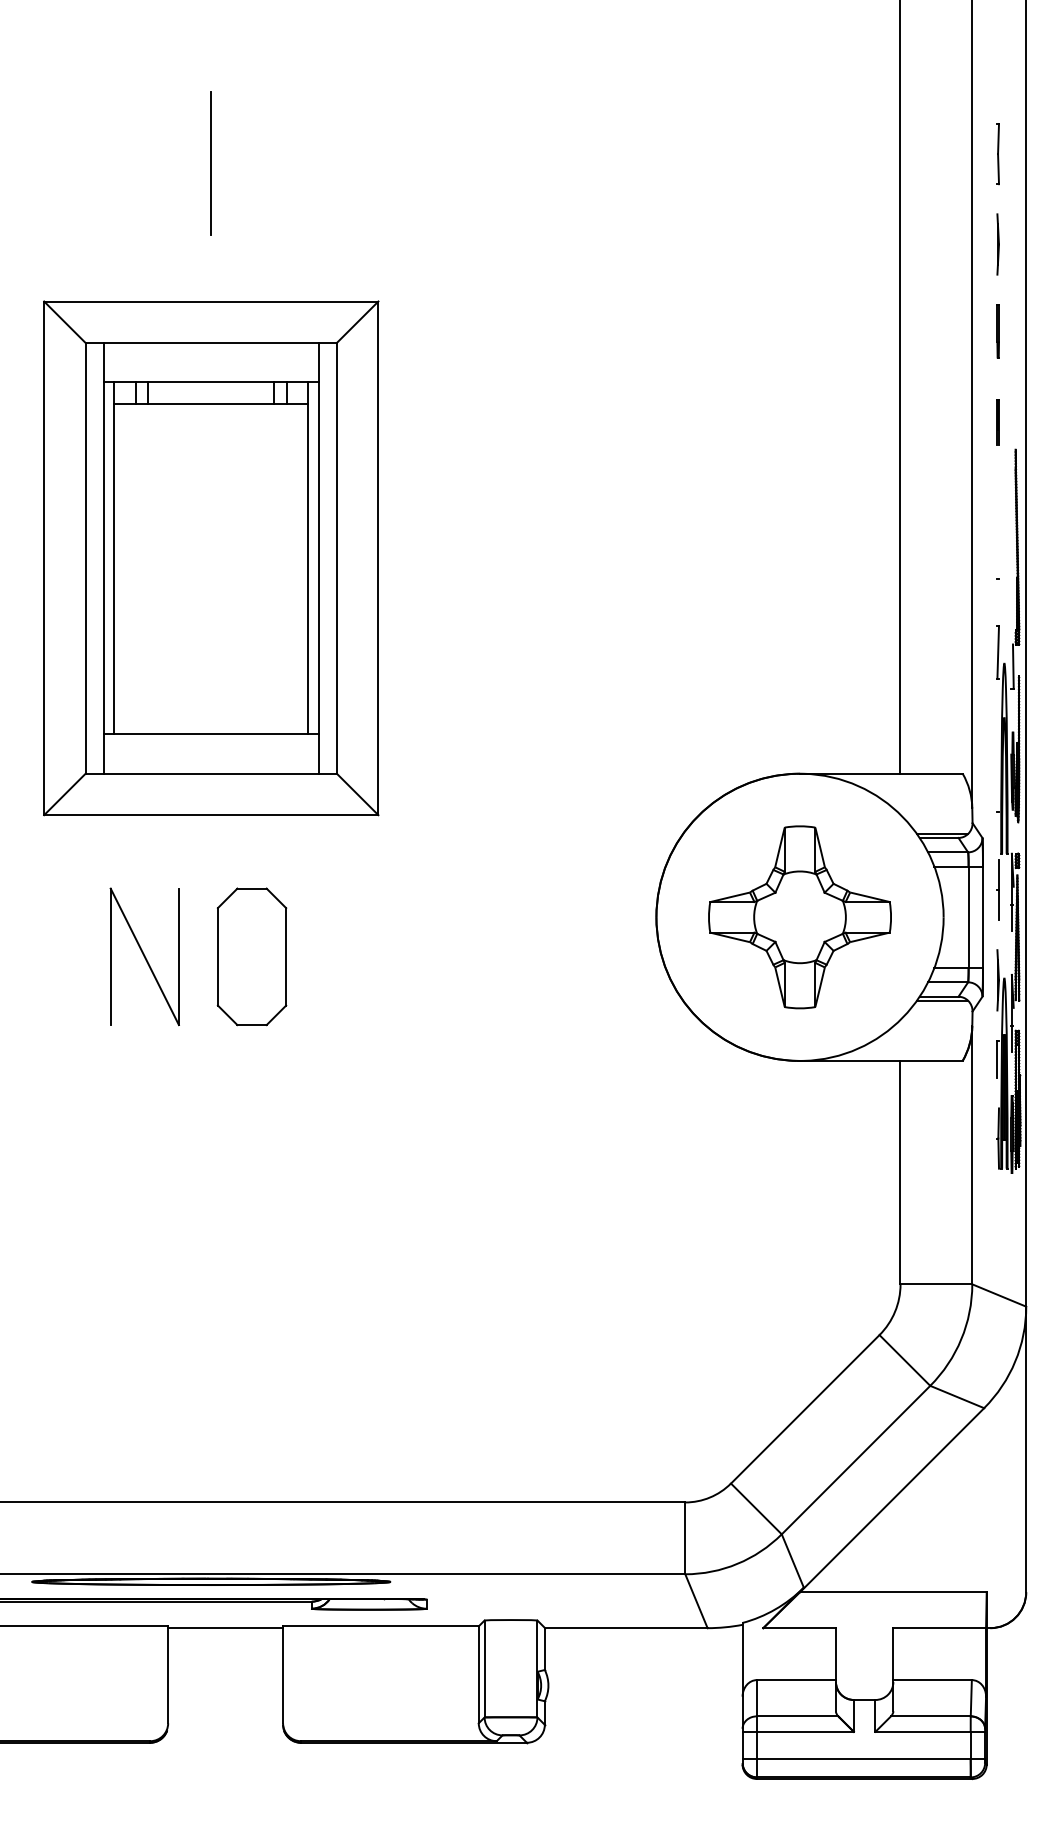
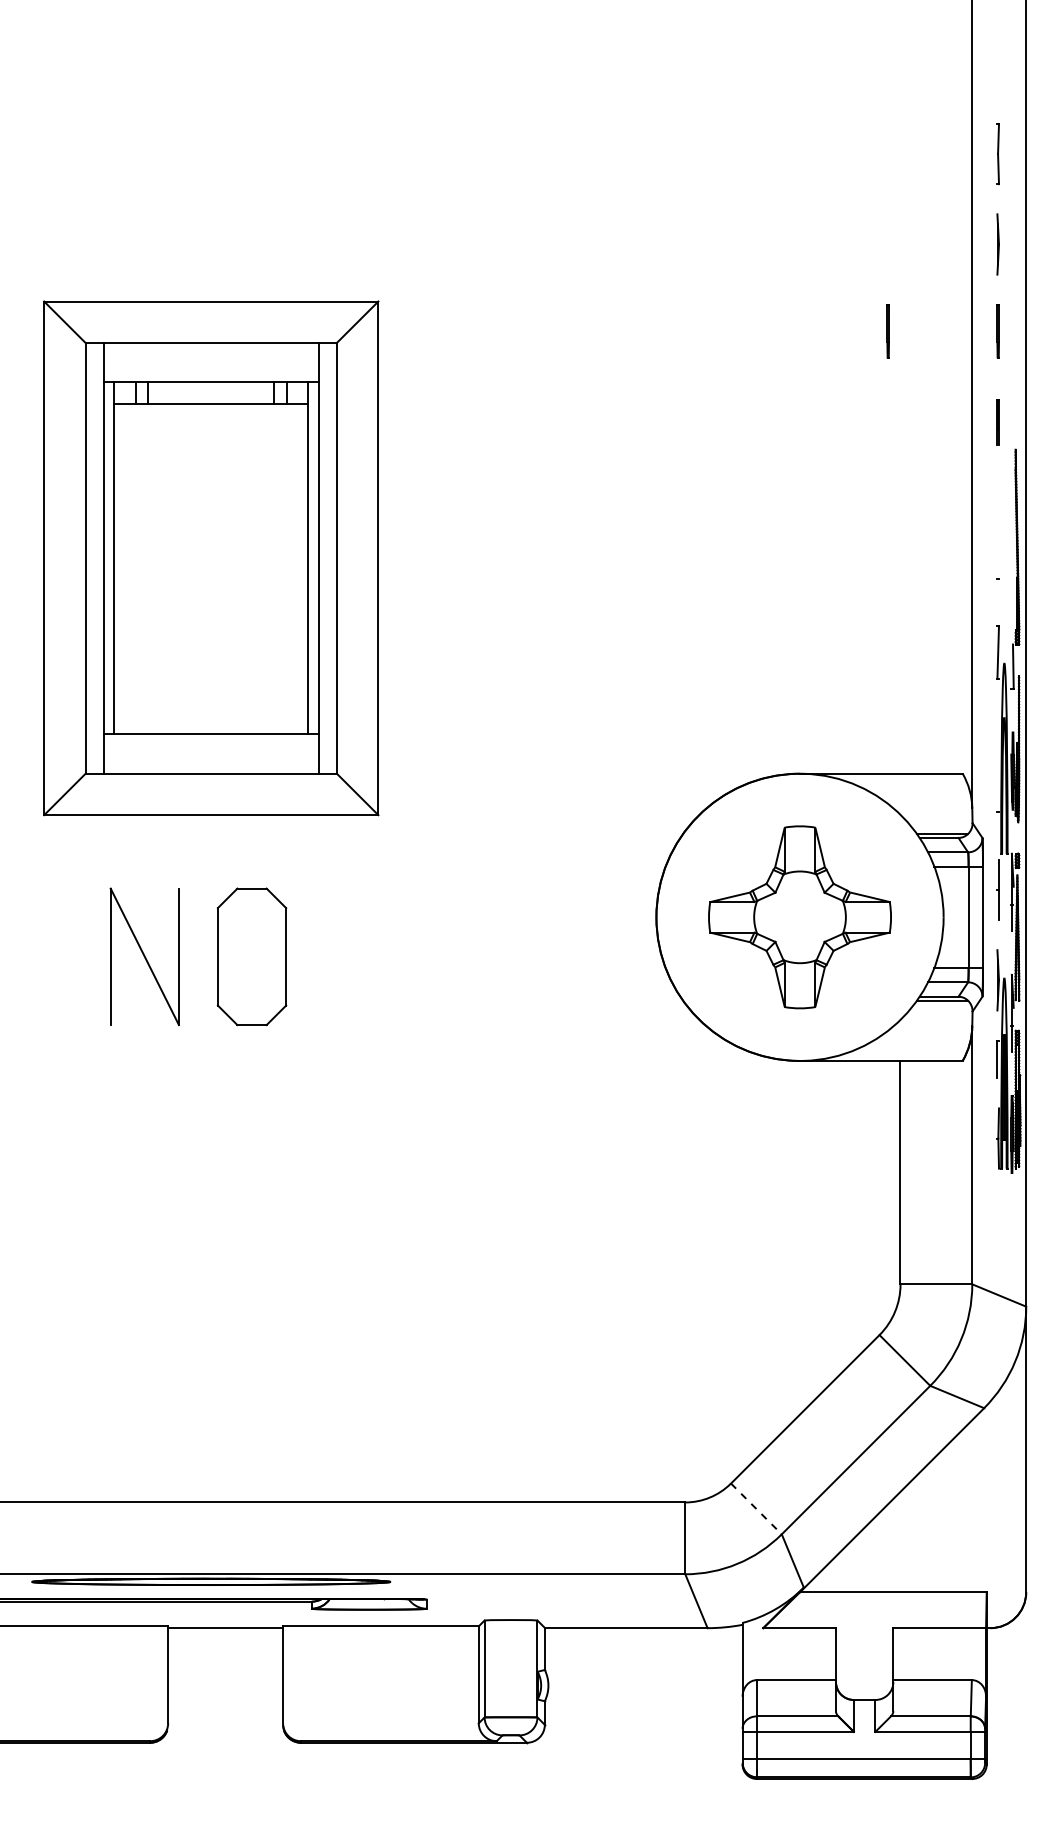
line at (210, 163): present -> none
line at (887, 331): none -> present
line at (900, 387): present -> none
line at (756, 1508): solid -> dashed
